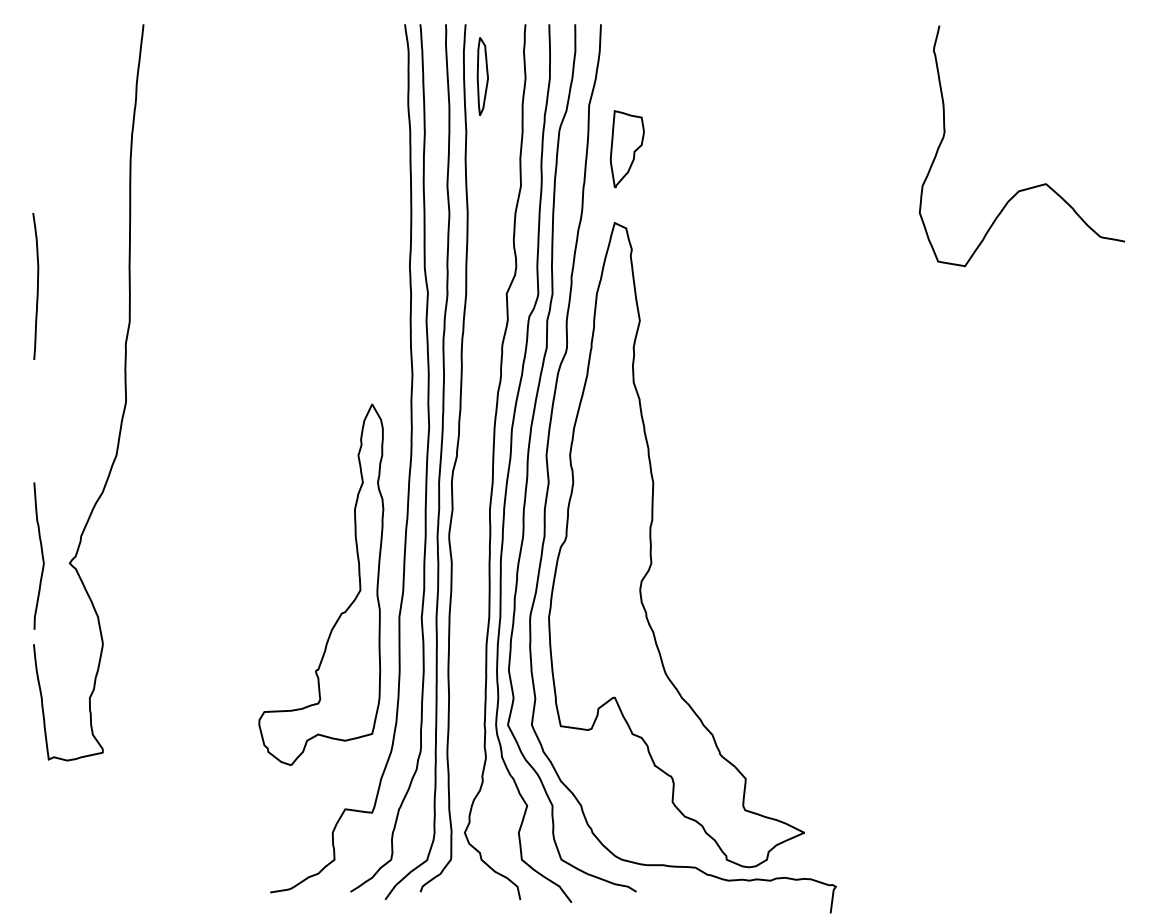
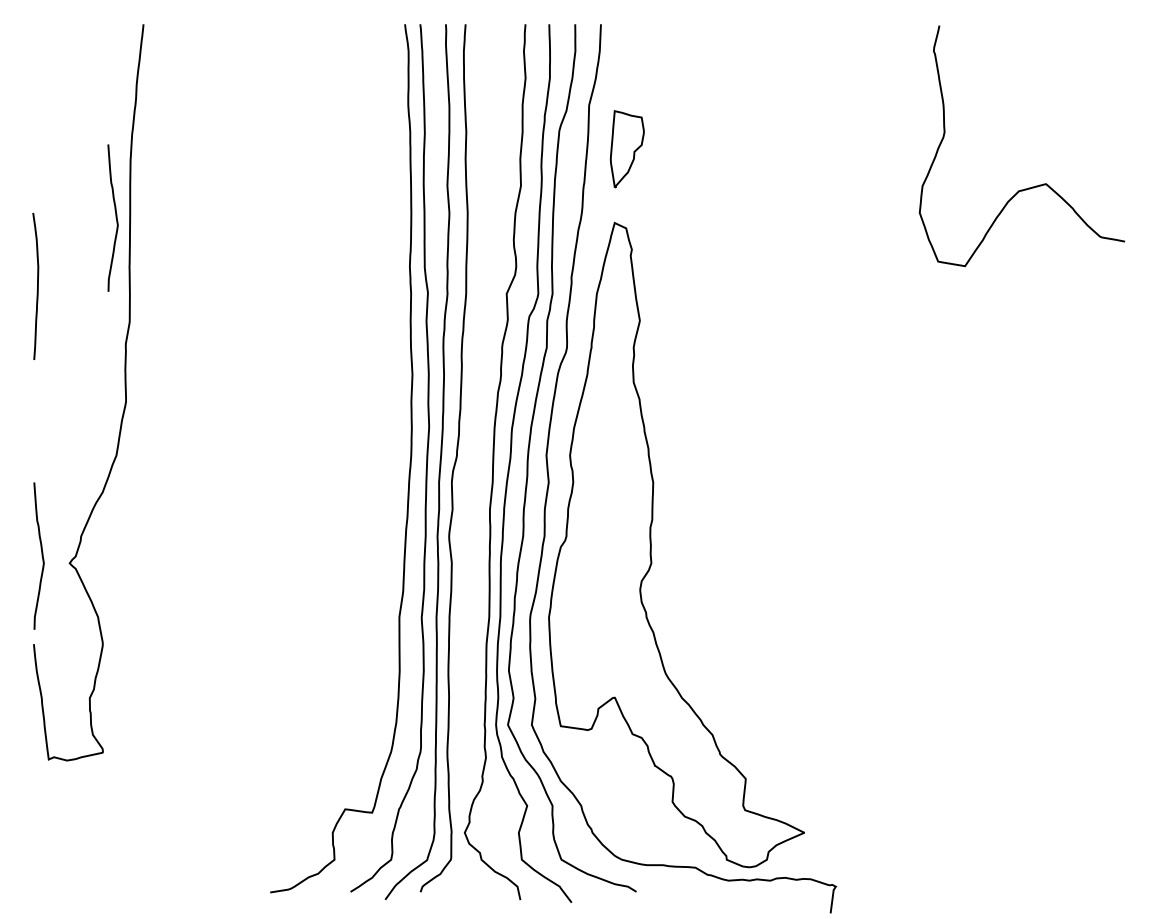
part at (482, 76): present -> none
curve at (115, 217): none -> present
part at (341, 612): present -> none
